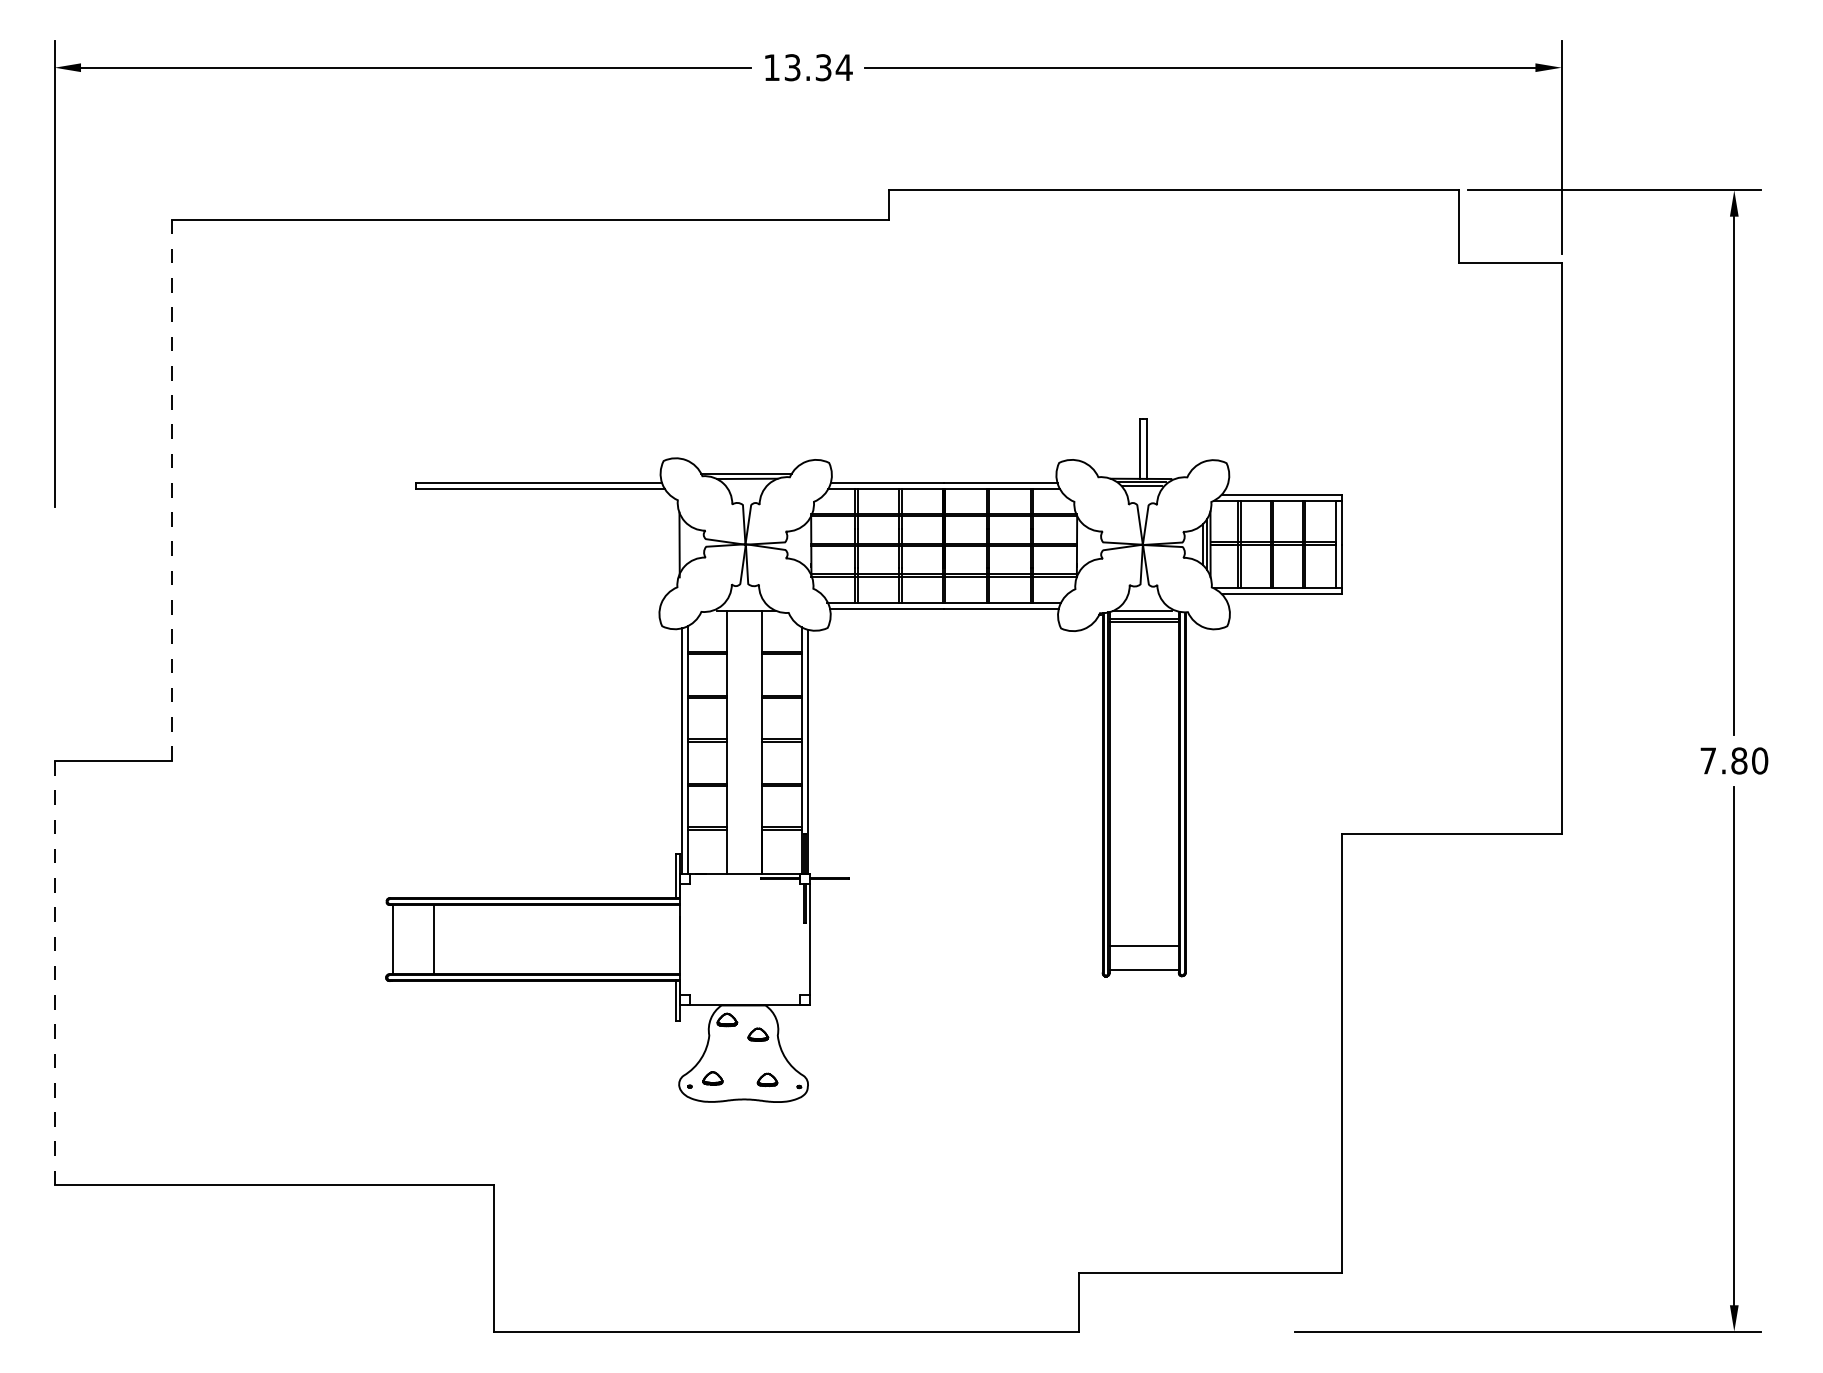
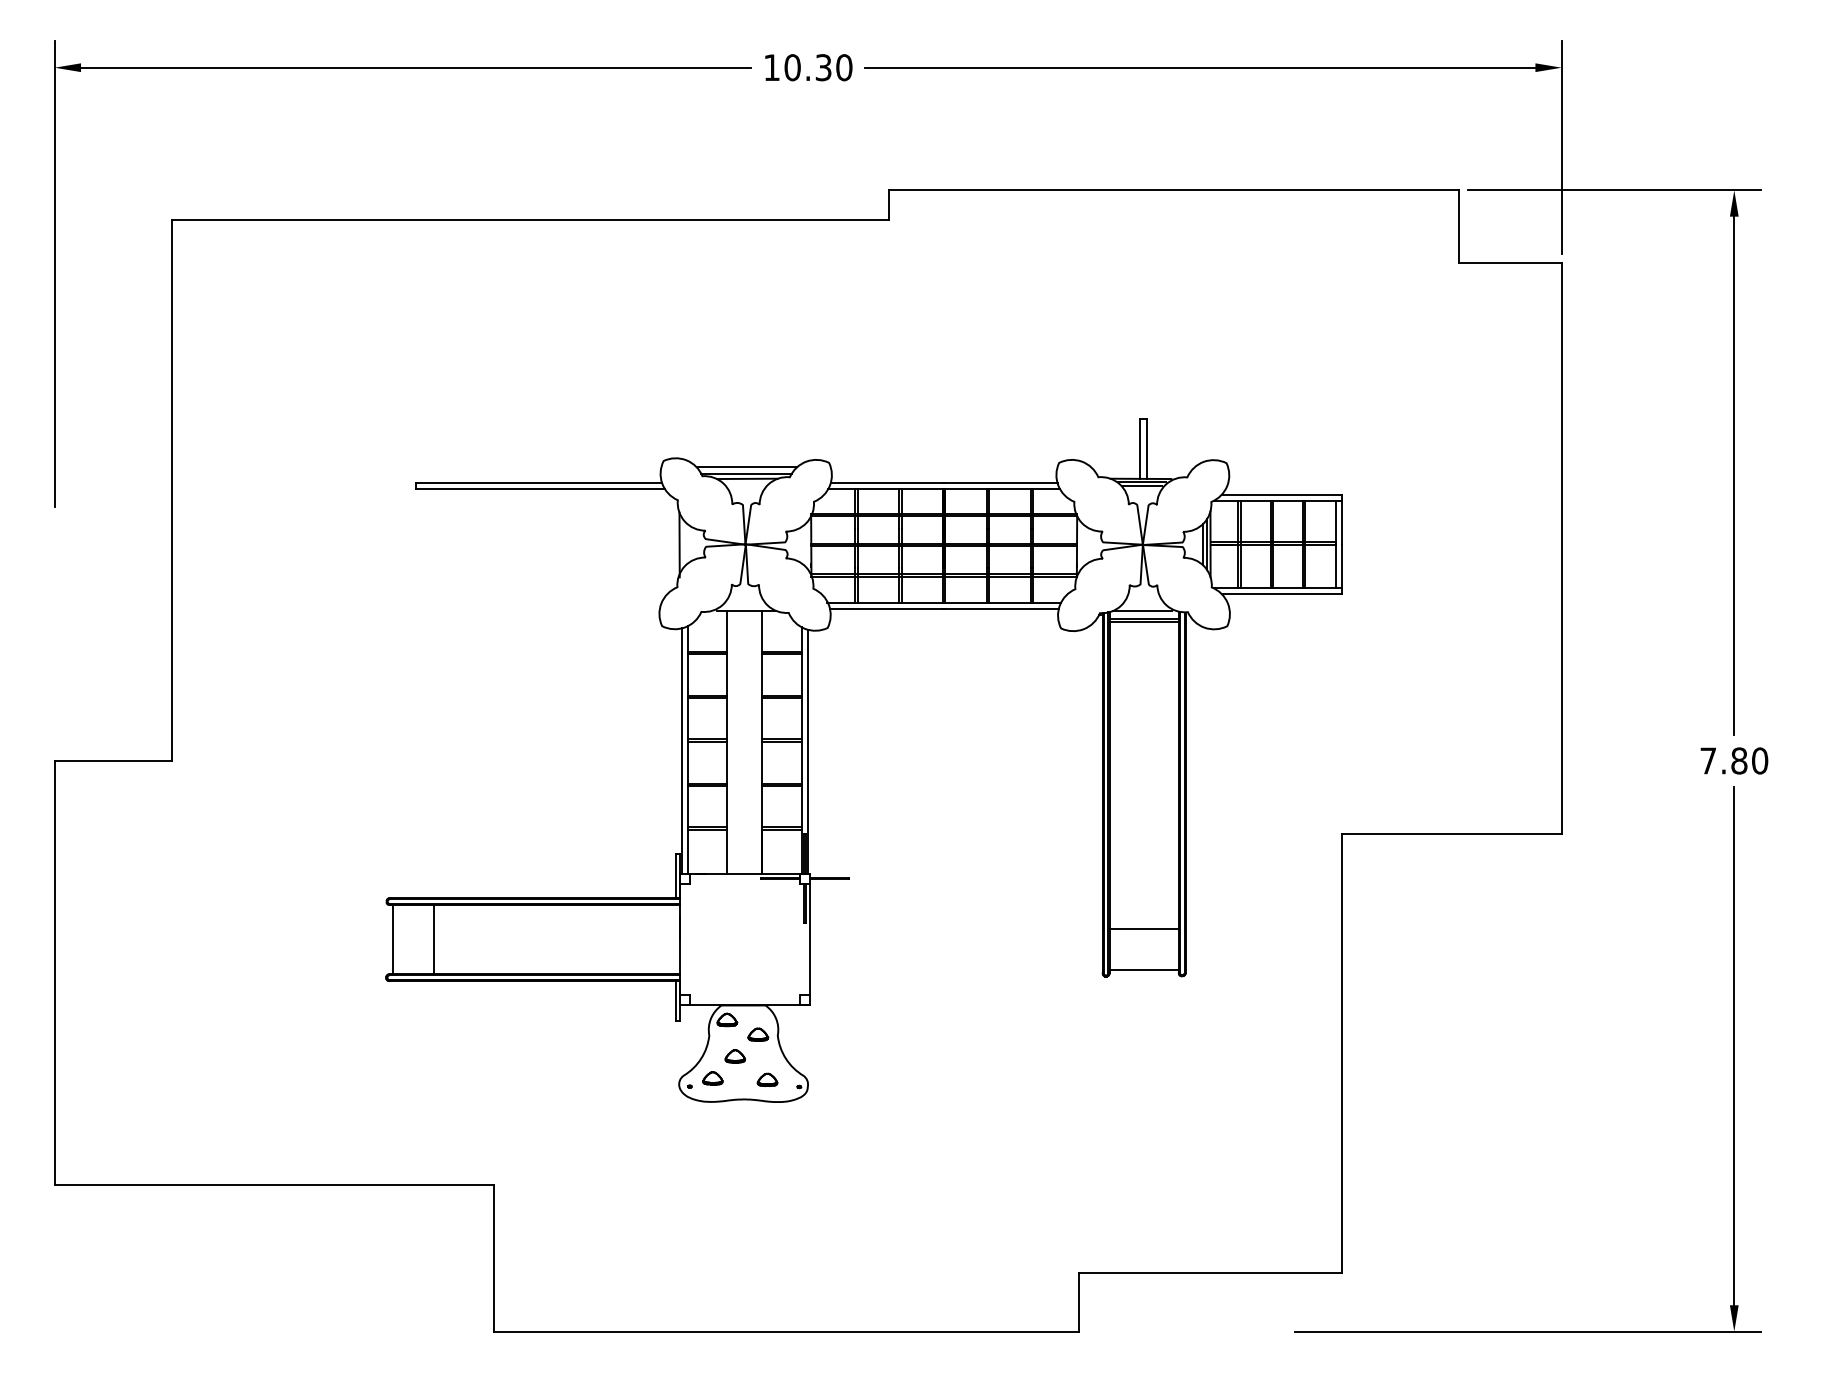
text at (818, 67): 13.34 -> 10.30
line at (746, 467): none -> present
line at (171, 490): dashed -> solid
line at (1143, 946) position: (1143, 946) -> (1143, 929)
line at (54, 973): dashed -> solid
part at (734, 1056): none -> present
